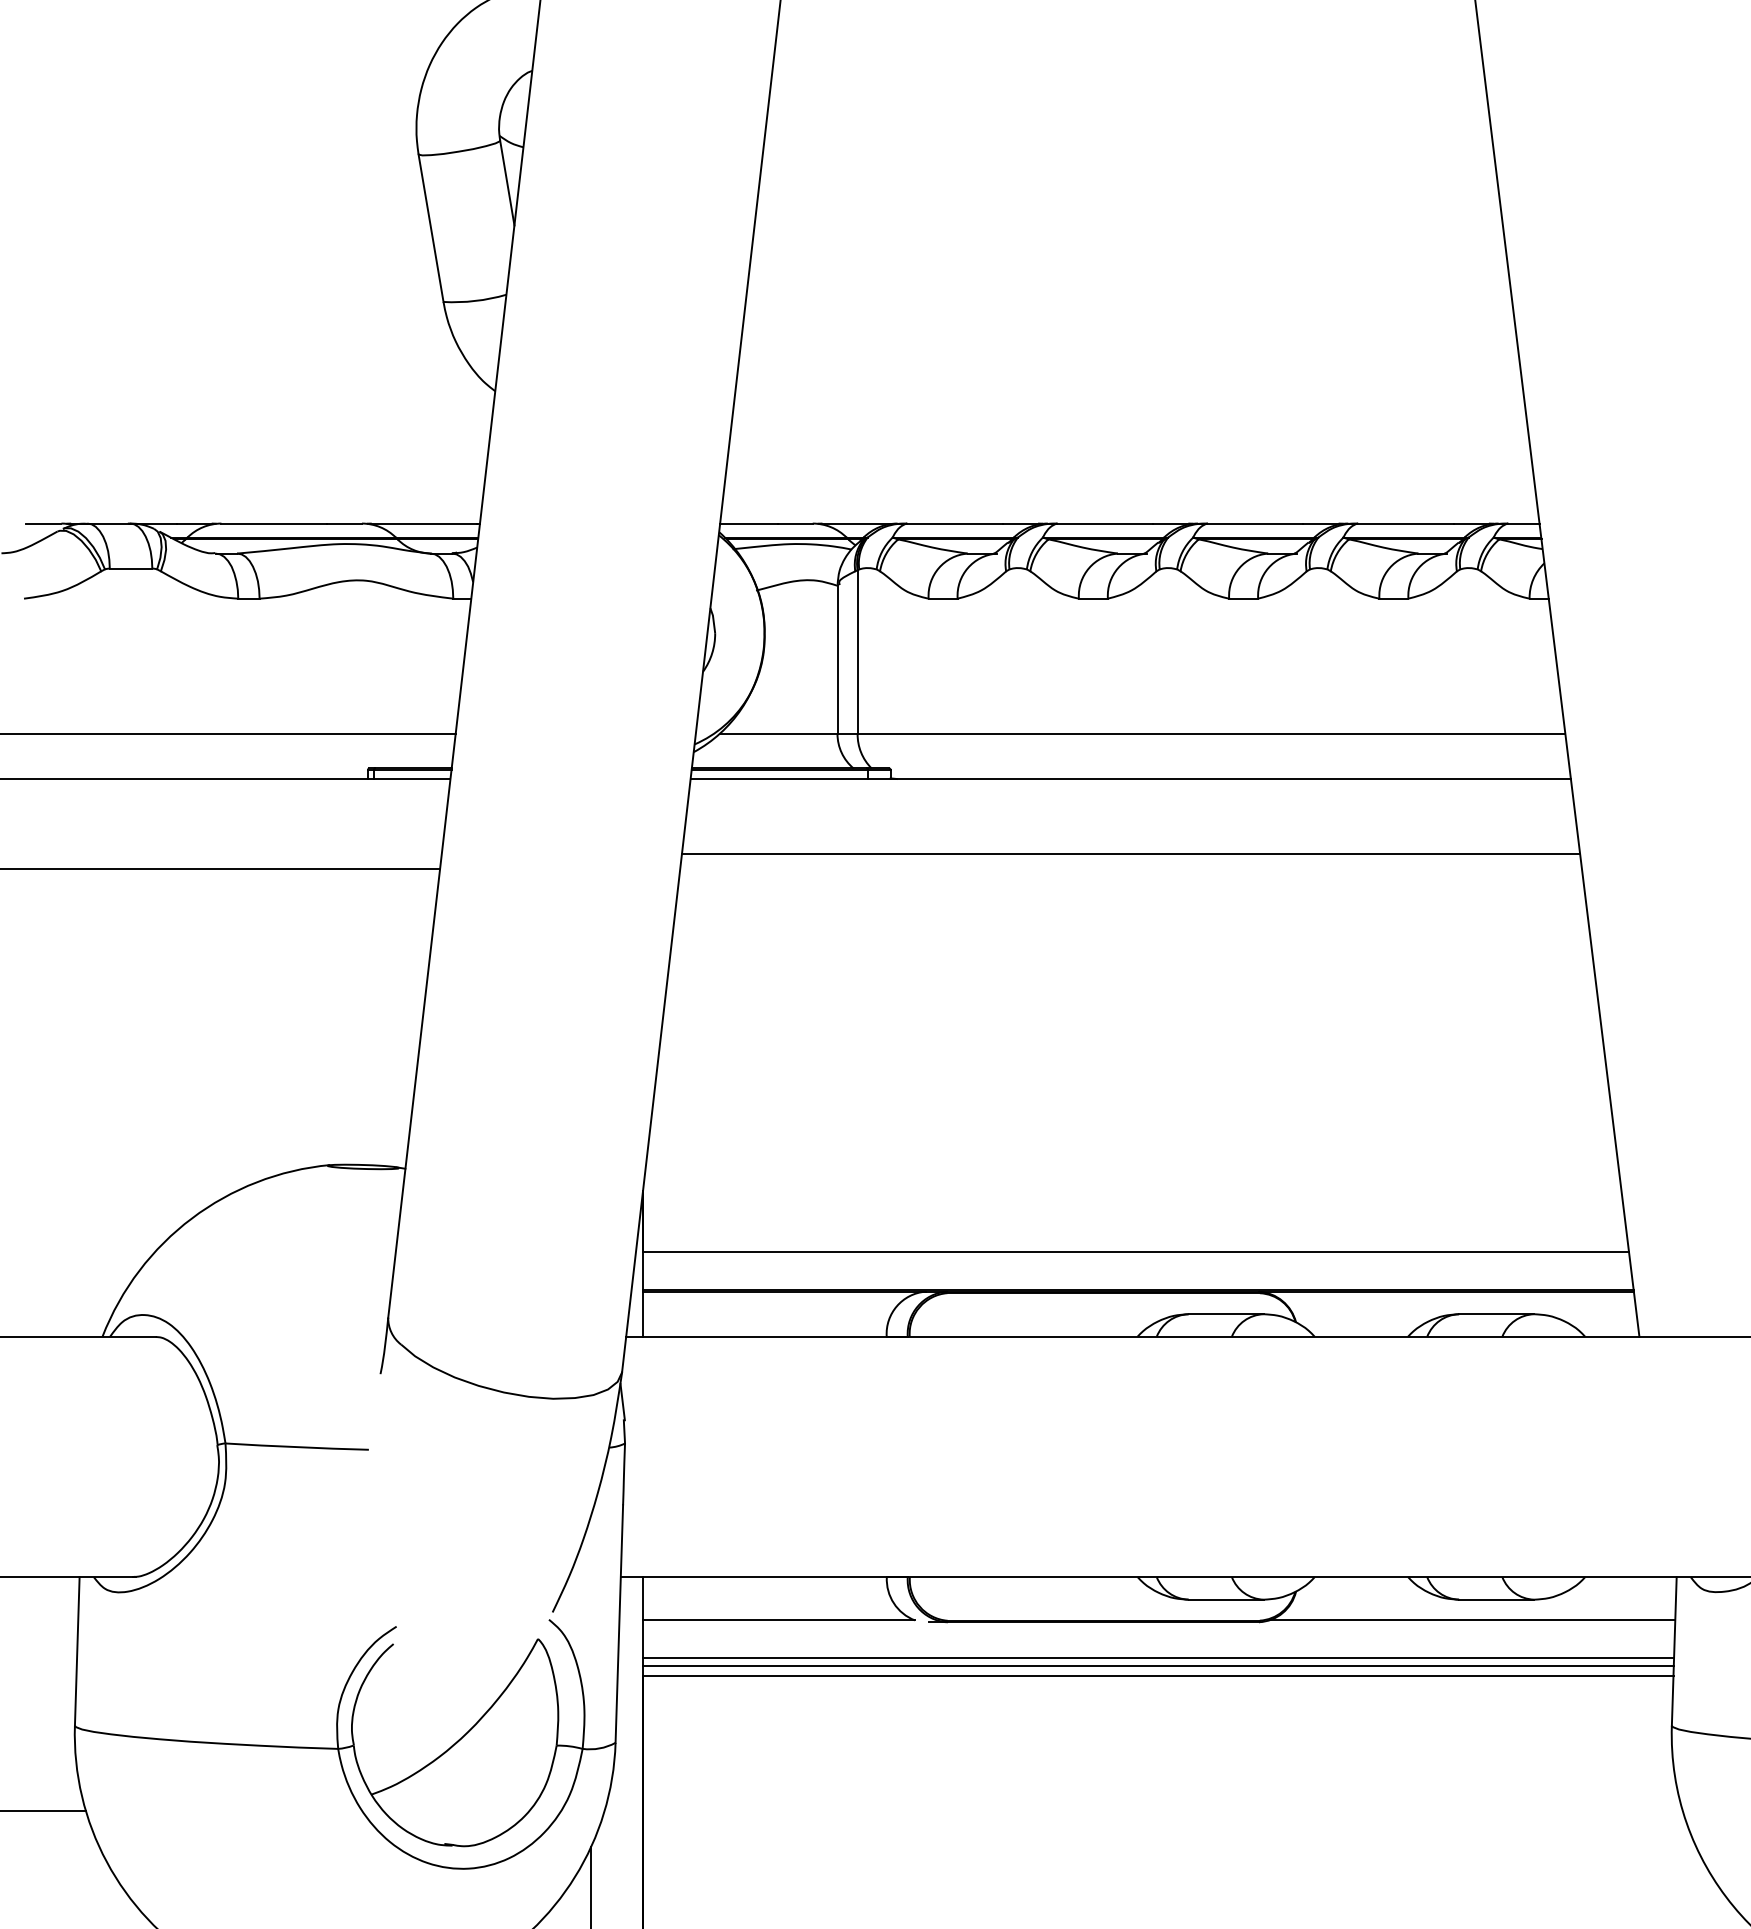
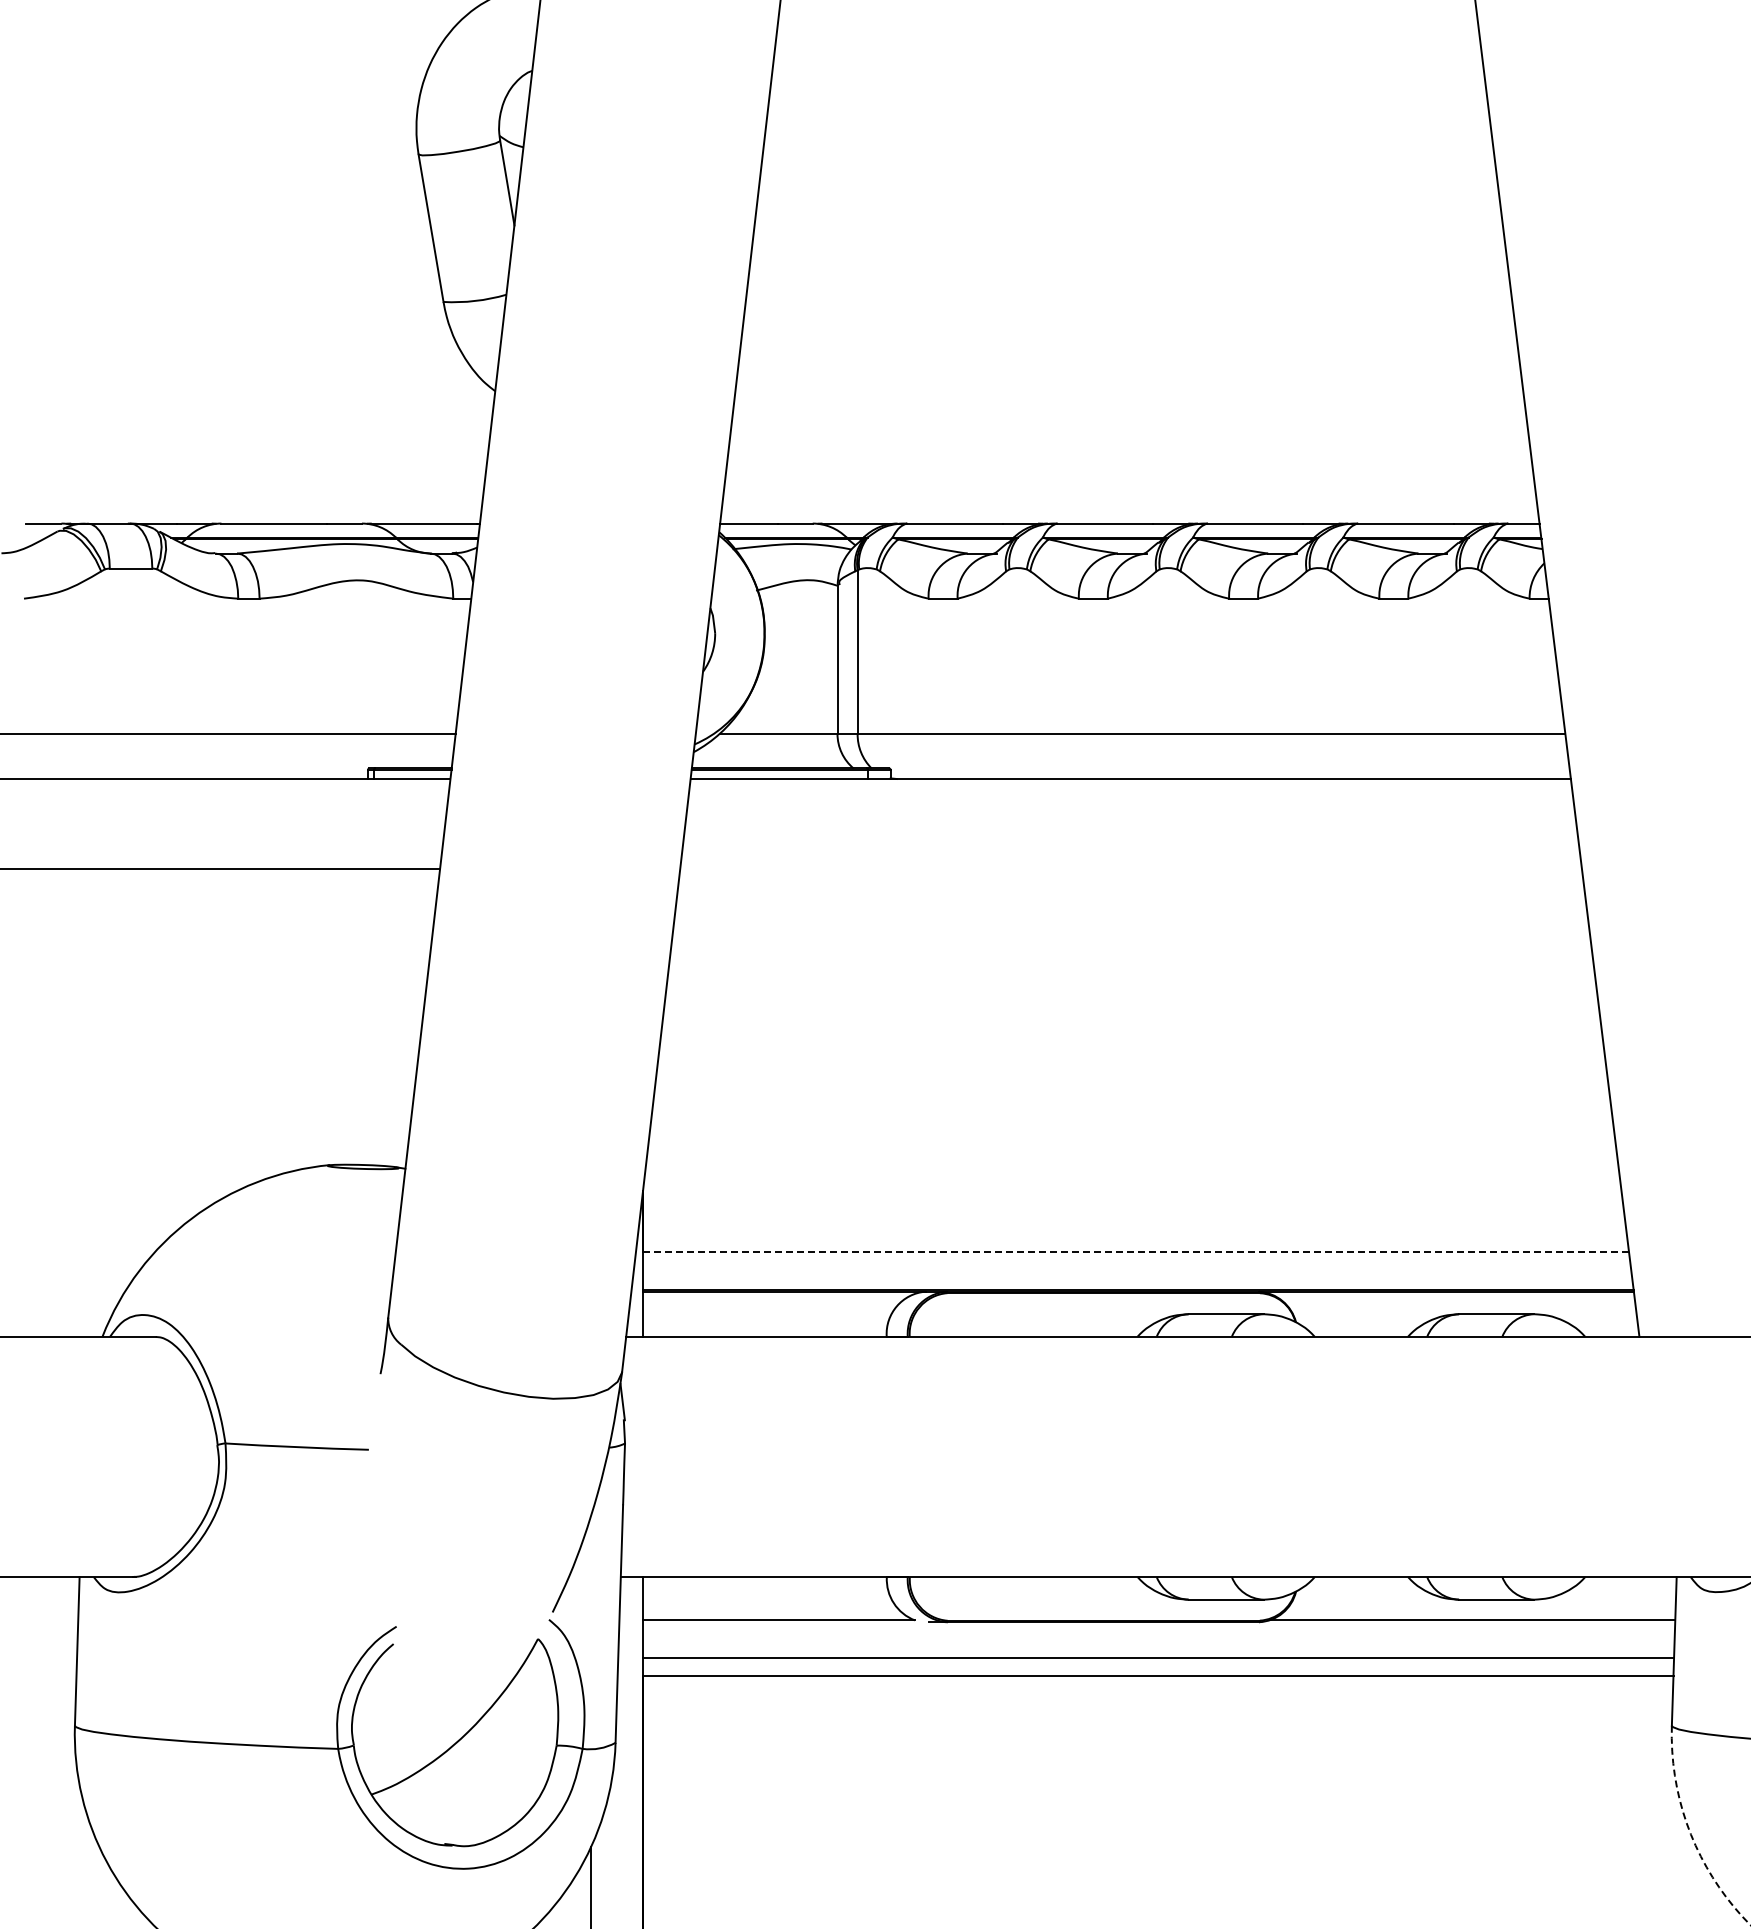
line at (1130, 854): present -> none
line at (1136, 1252): solid -> dashed
line at (1158, 1665): present -> none
line at (43, 1810): present -> none
arc at (1690, 1833): solid -> dashed
